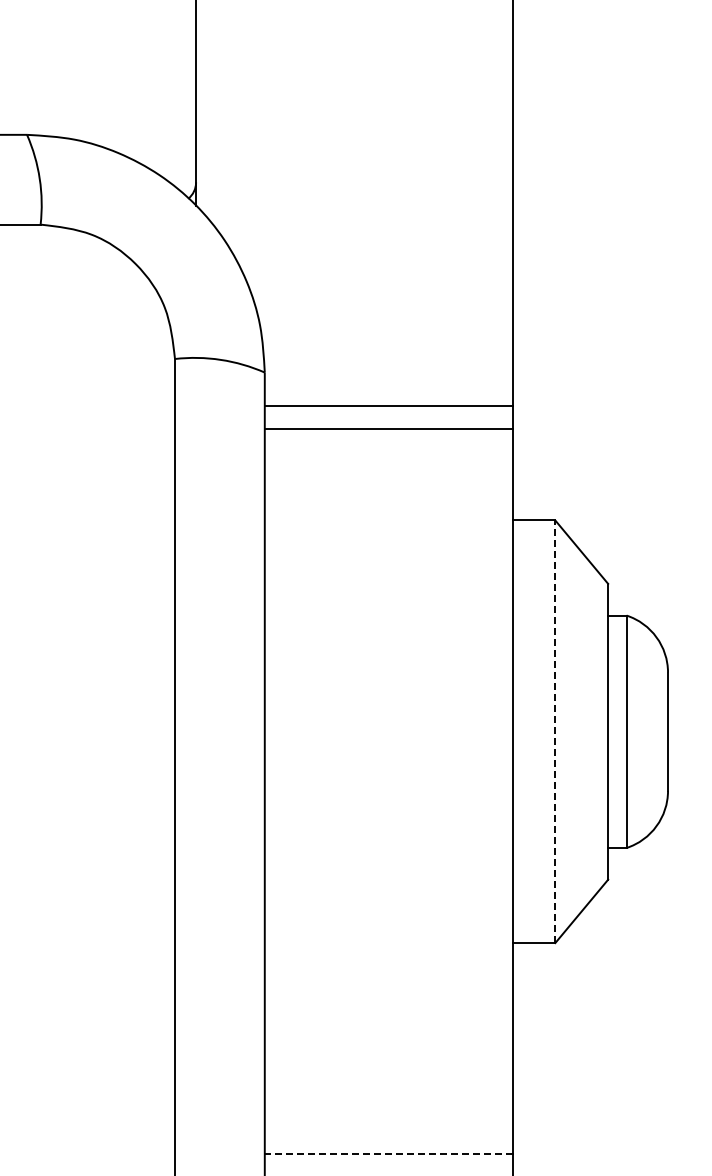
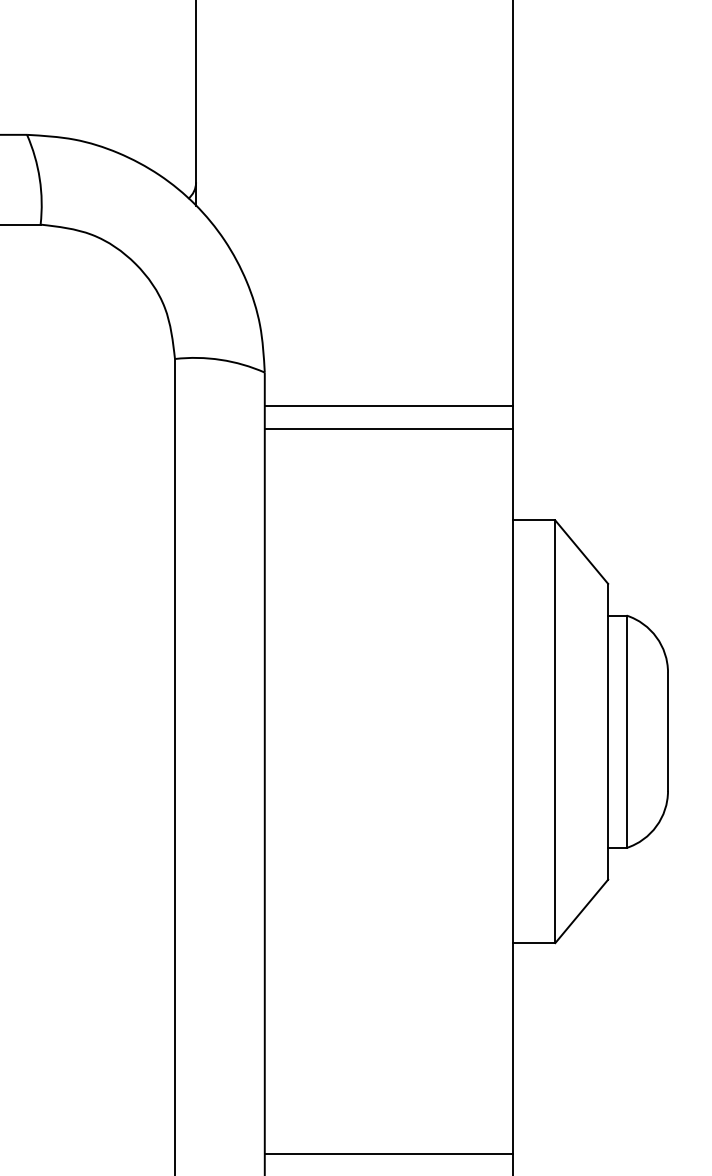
line at (555, 731): dashed -> solid
line at (388, 1154): dashed -> solid
